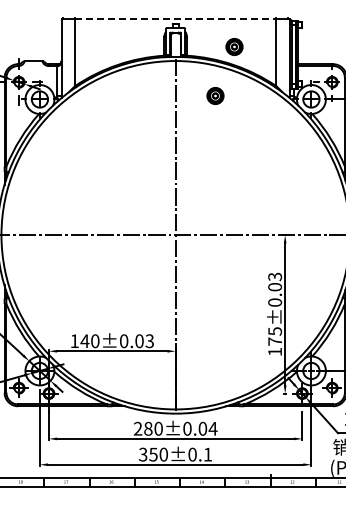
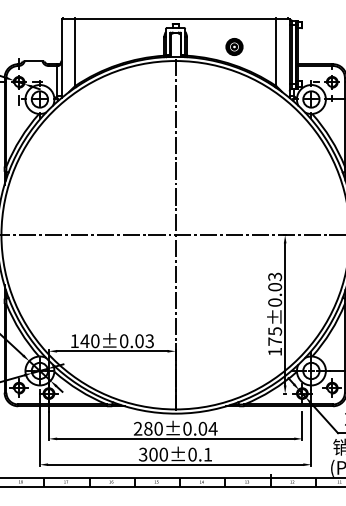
line at (176, 18): dashed -> solid
part at (215, 95): present -> none
text at (153, 454): 350±0.1 -> 300±0.1
